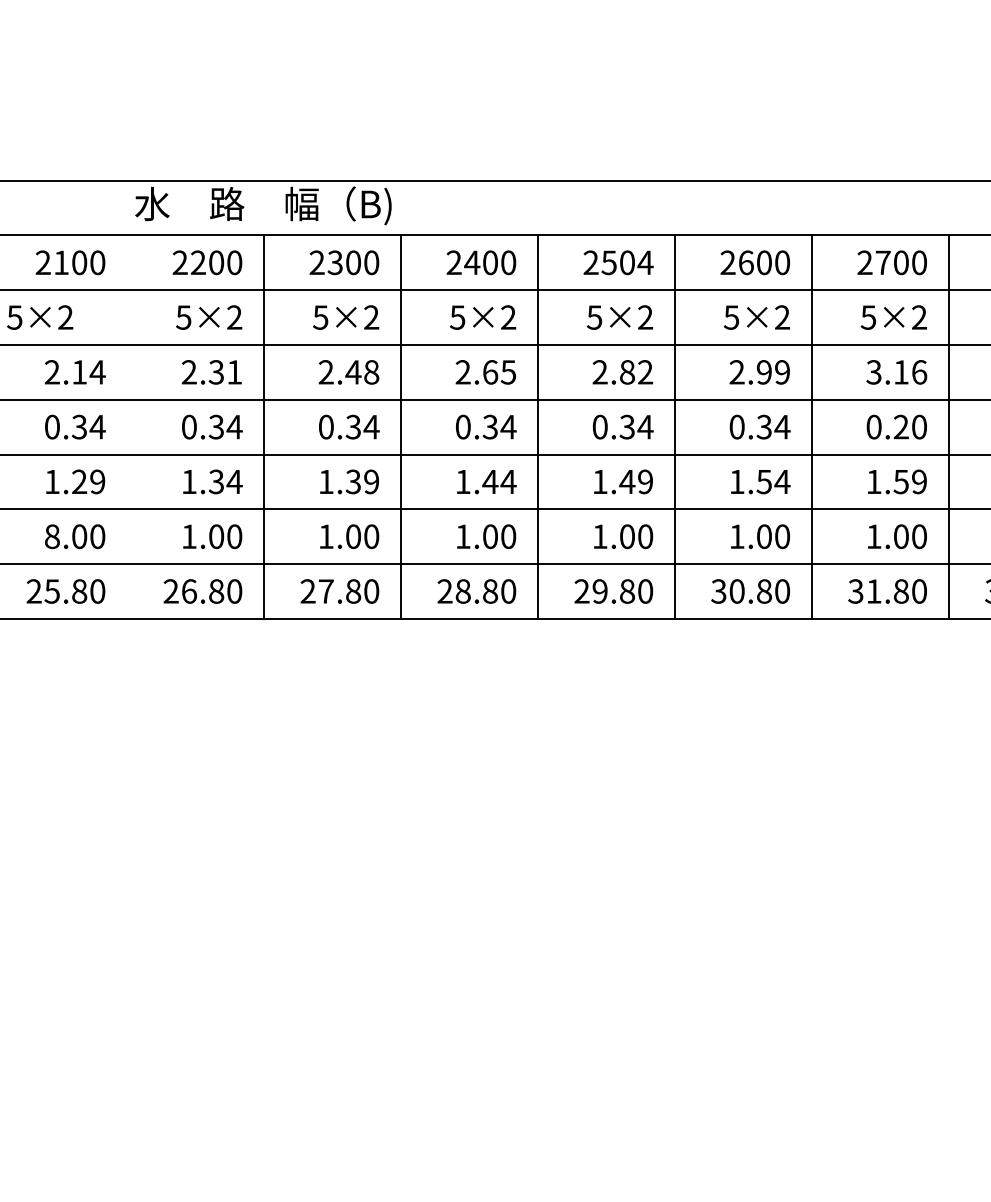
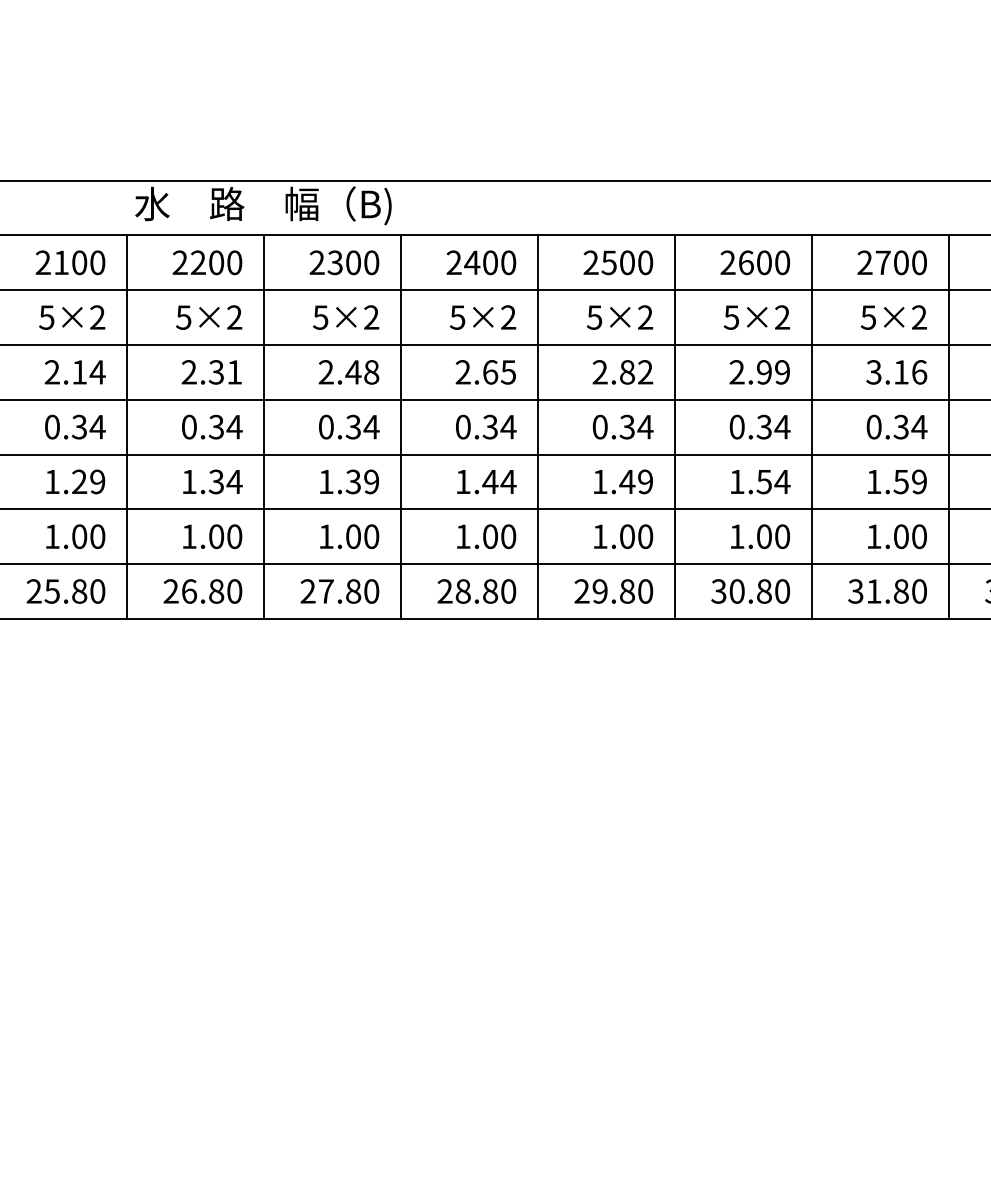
text at (645, 262): 2504 -> 2500
text at (40, 317) position: (40, 317) -> (72, 317)
line at (127, 426): none -> present
text at (910, 426): 0.20 -> 0.34
text at (52, 536): 8.00 -> 1.00
